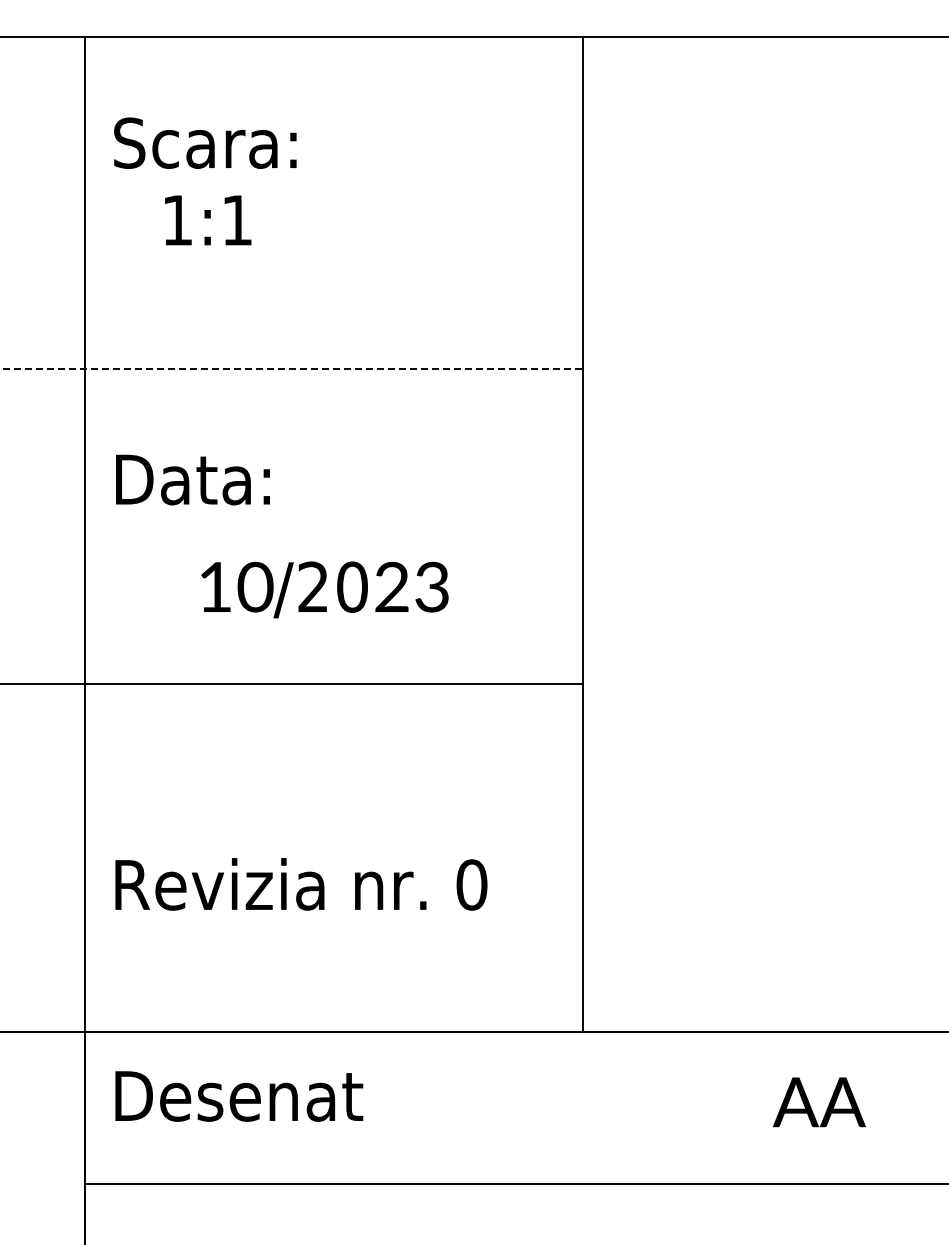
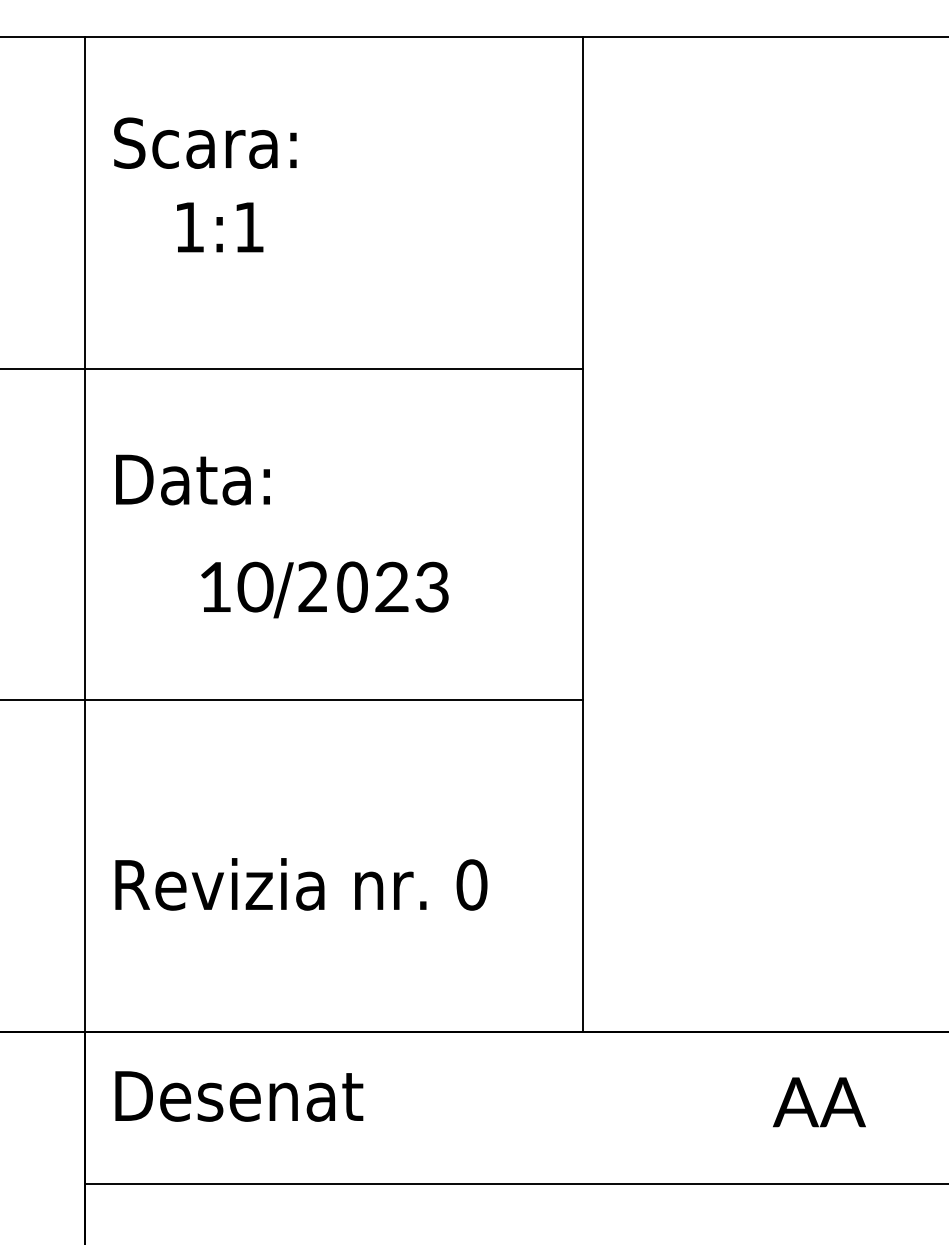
text at (208, 220) position: (208, 220) -> (220, 227)
line at (291, 368): dashed -> solid
line at (292, 684) position: (292, 684) -> (292, 700)
